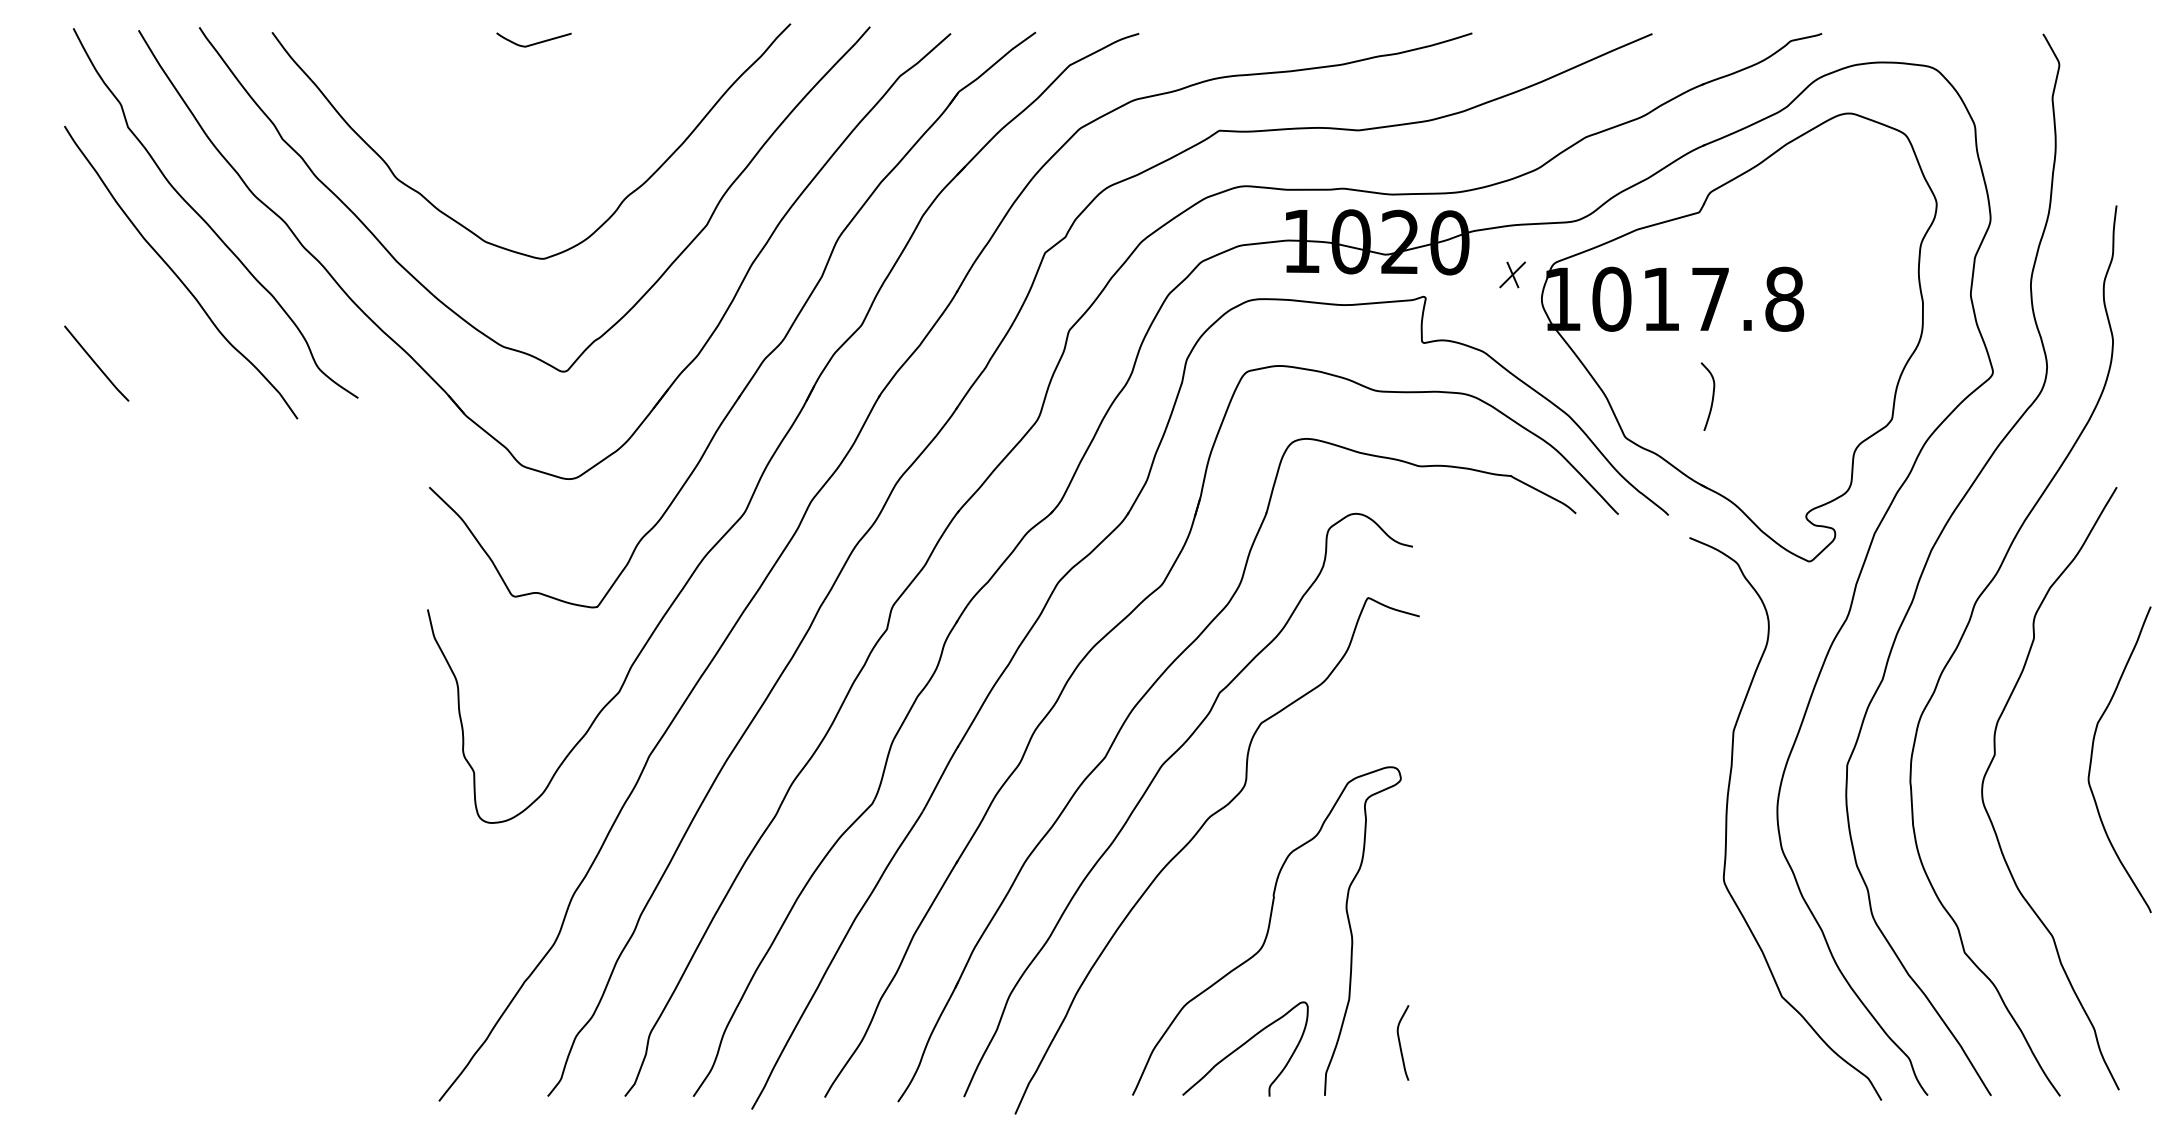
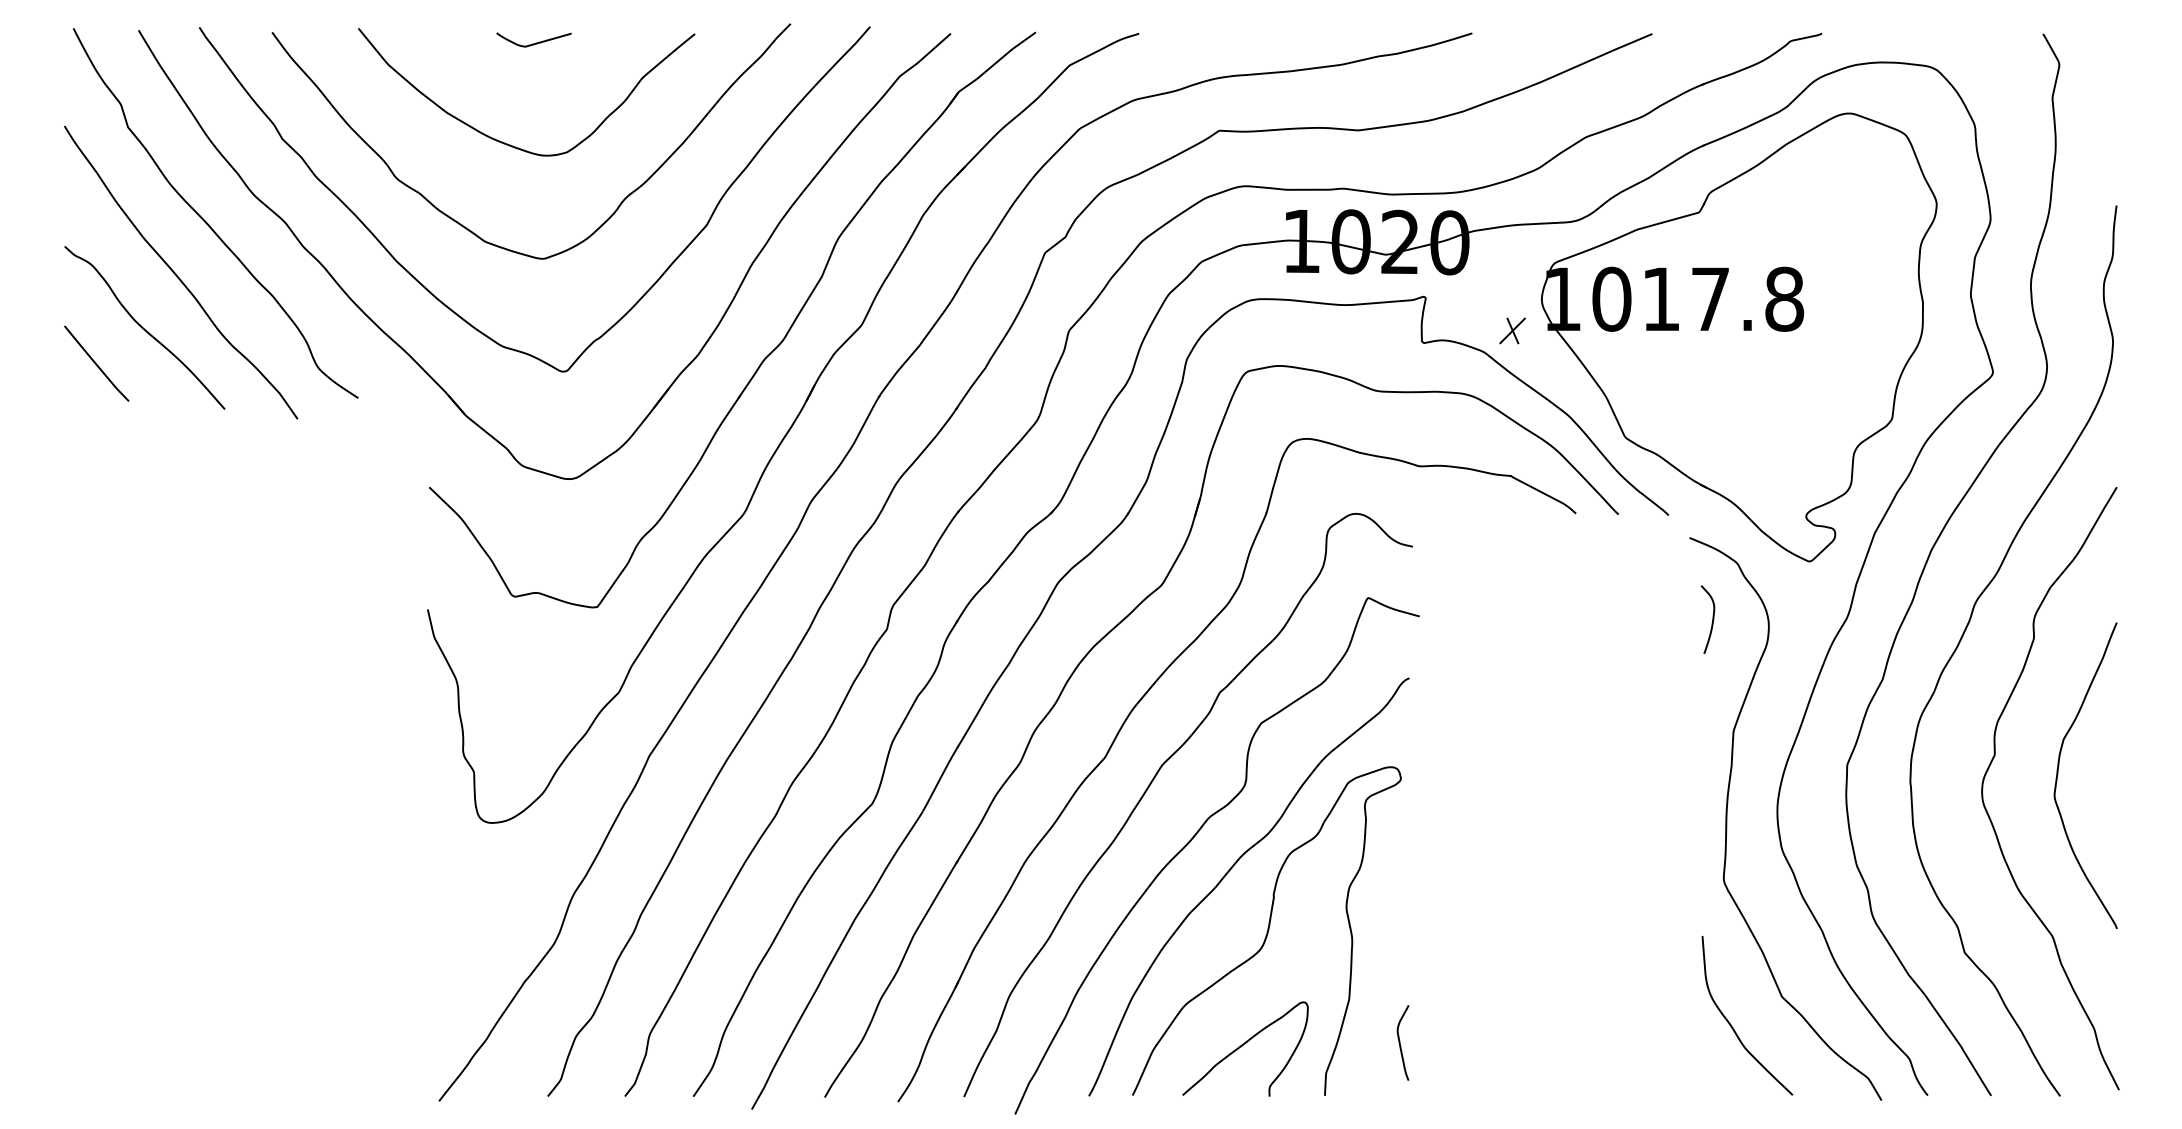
curve at (505, 142): none -> present
part at (1512, 274) position: (1512, 274) -> (1512, 330)
curve at (143, 327): none -> present
curve at (1712, 396) position: (1712, 396) -> (1712, 619)
curve at (2092, 758) position: (2092, 758) -> (2058, 774)
curve at (1228, 873): none -> present
curve at (1731, 1024): none -> present
